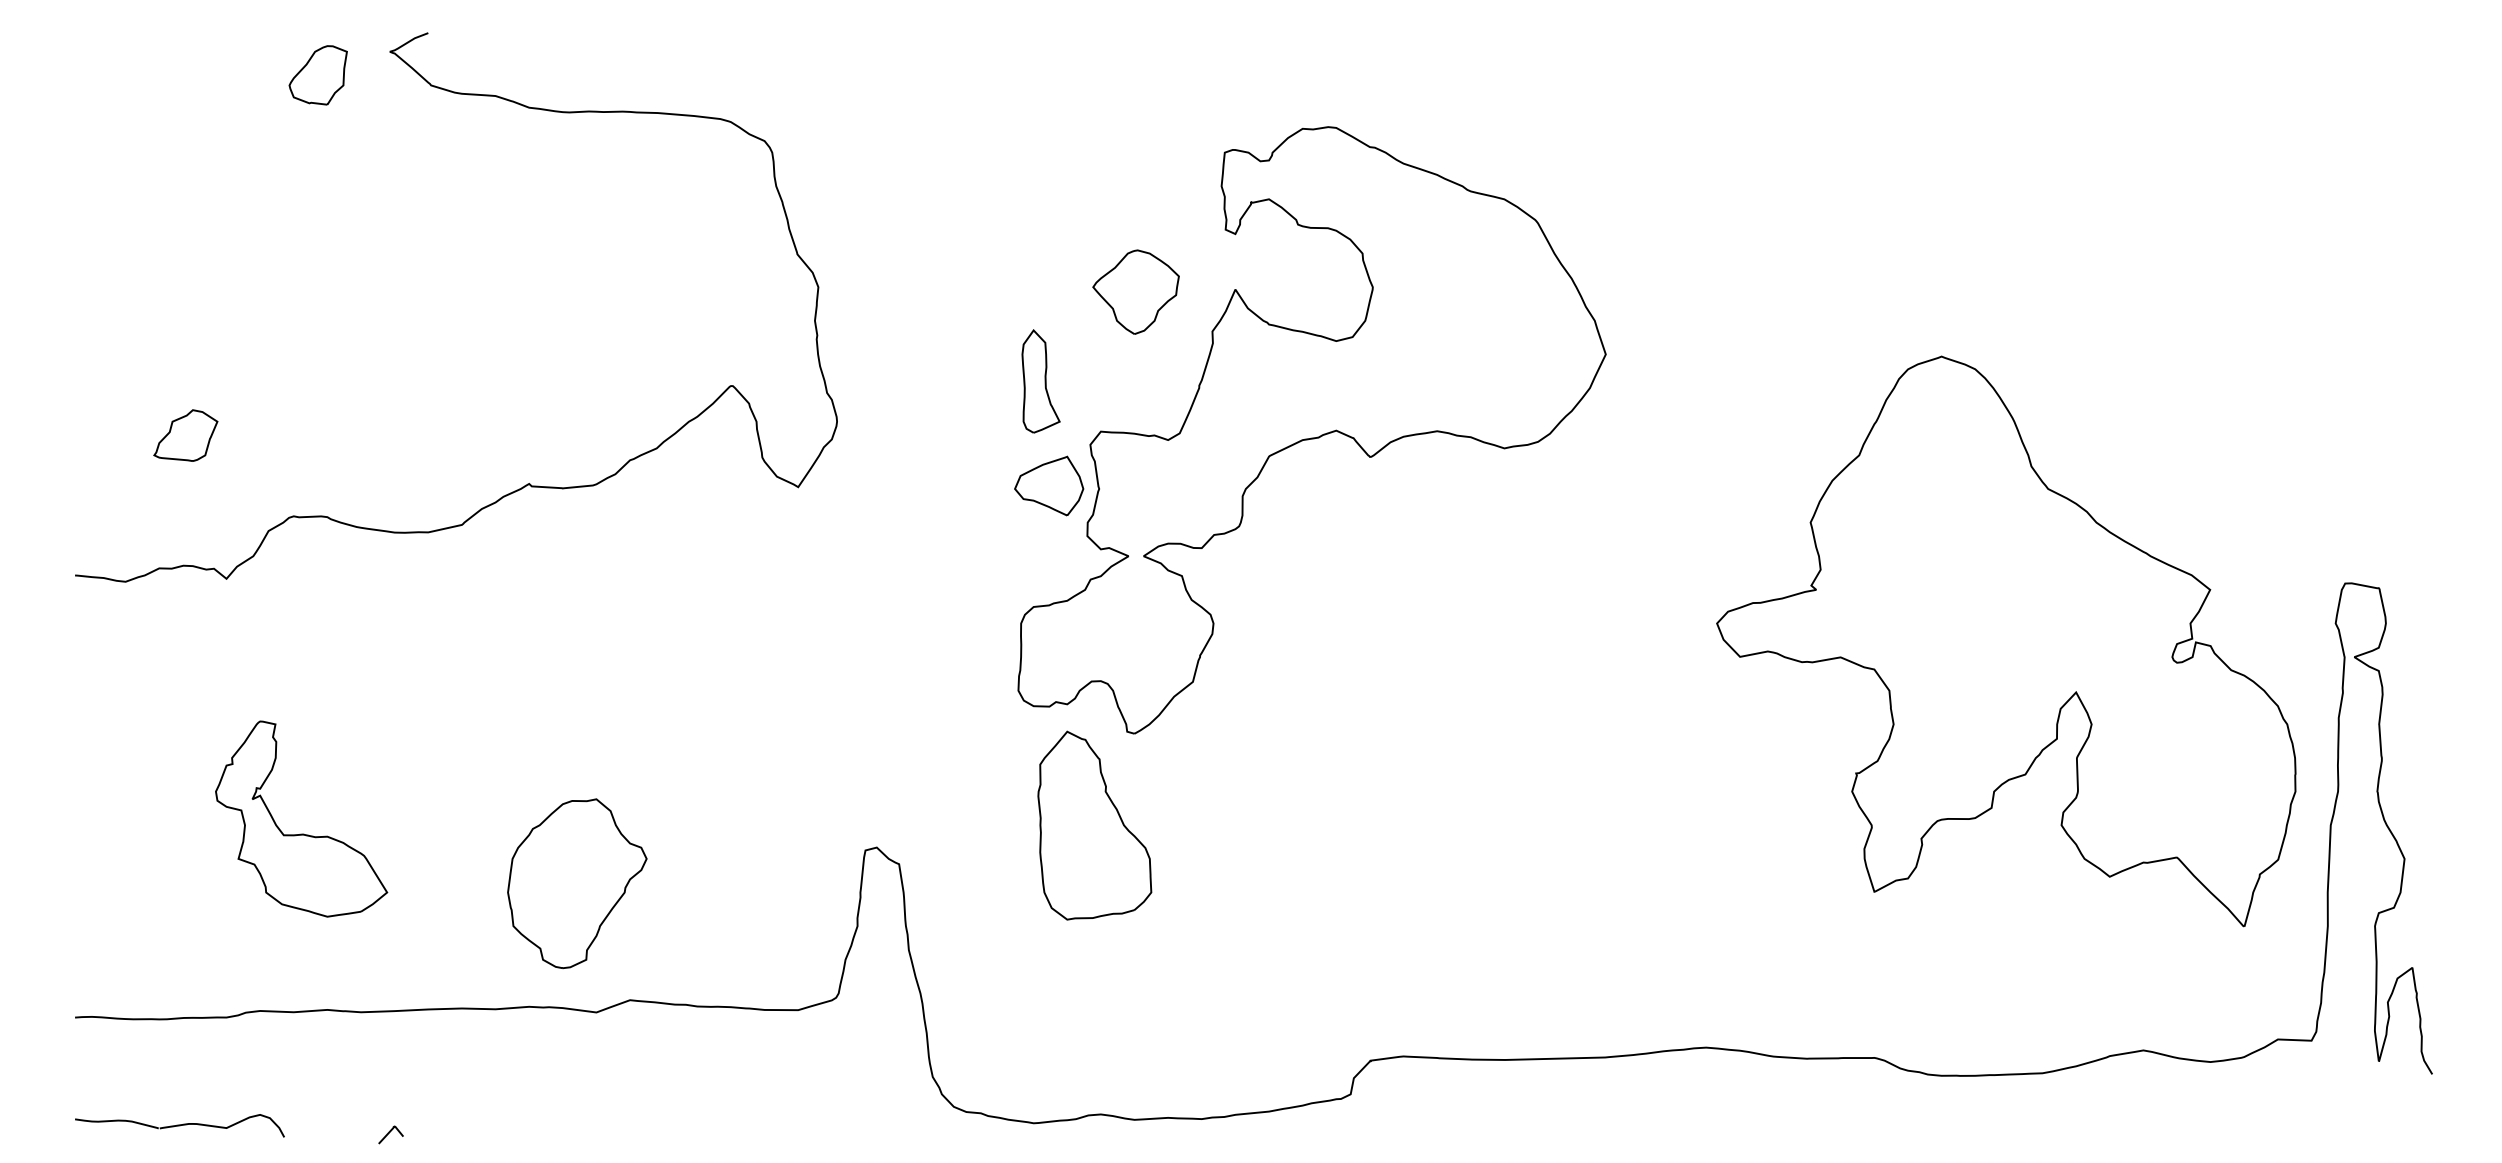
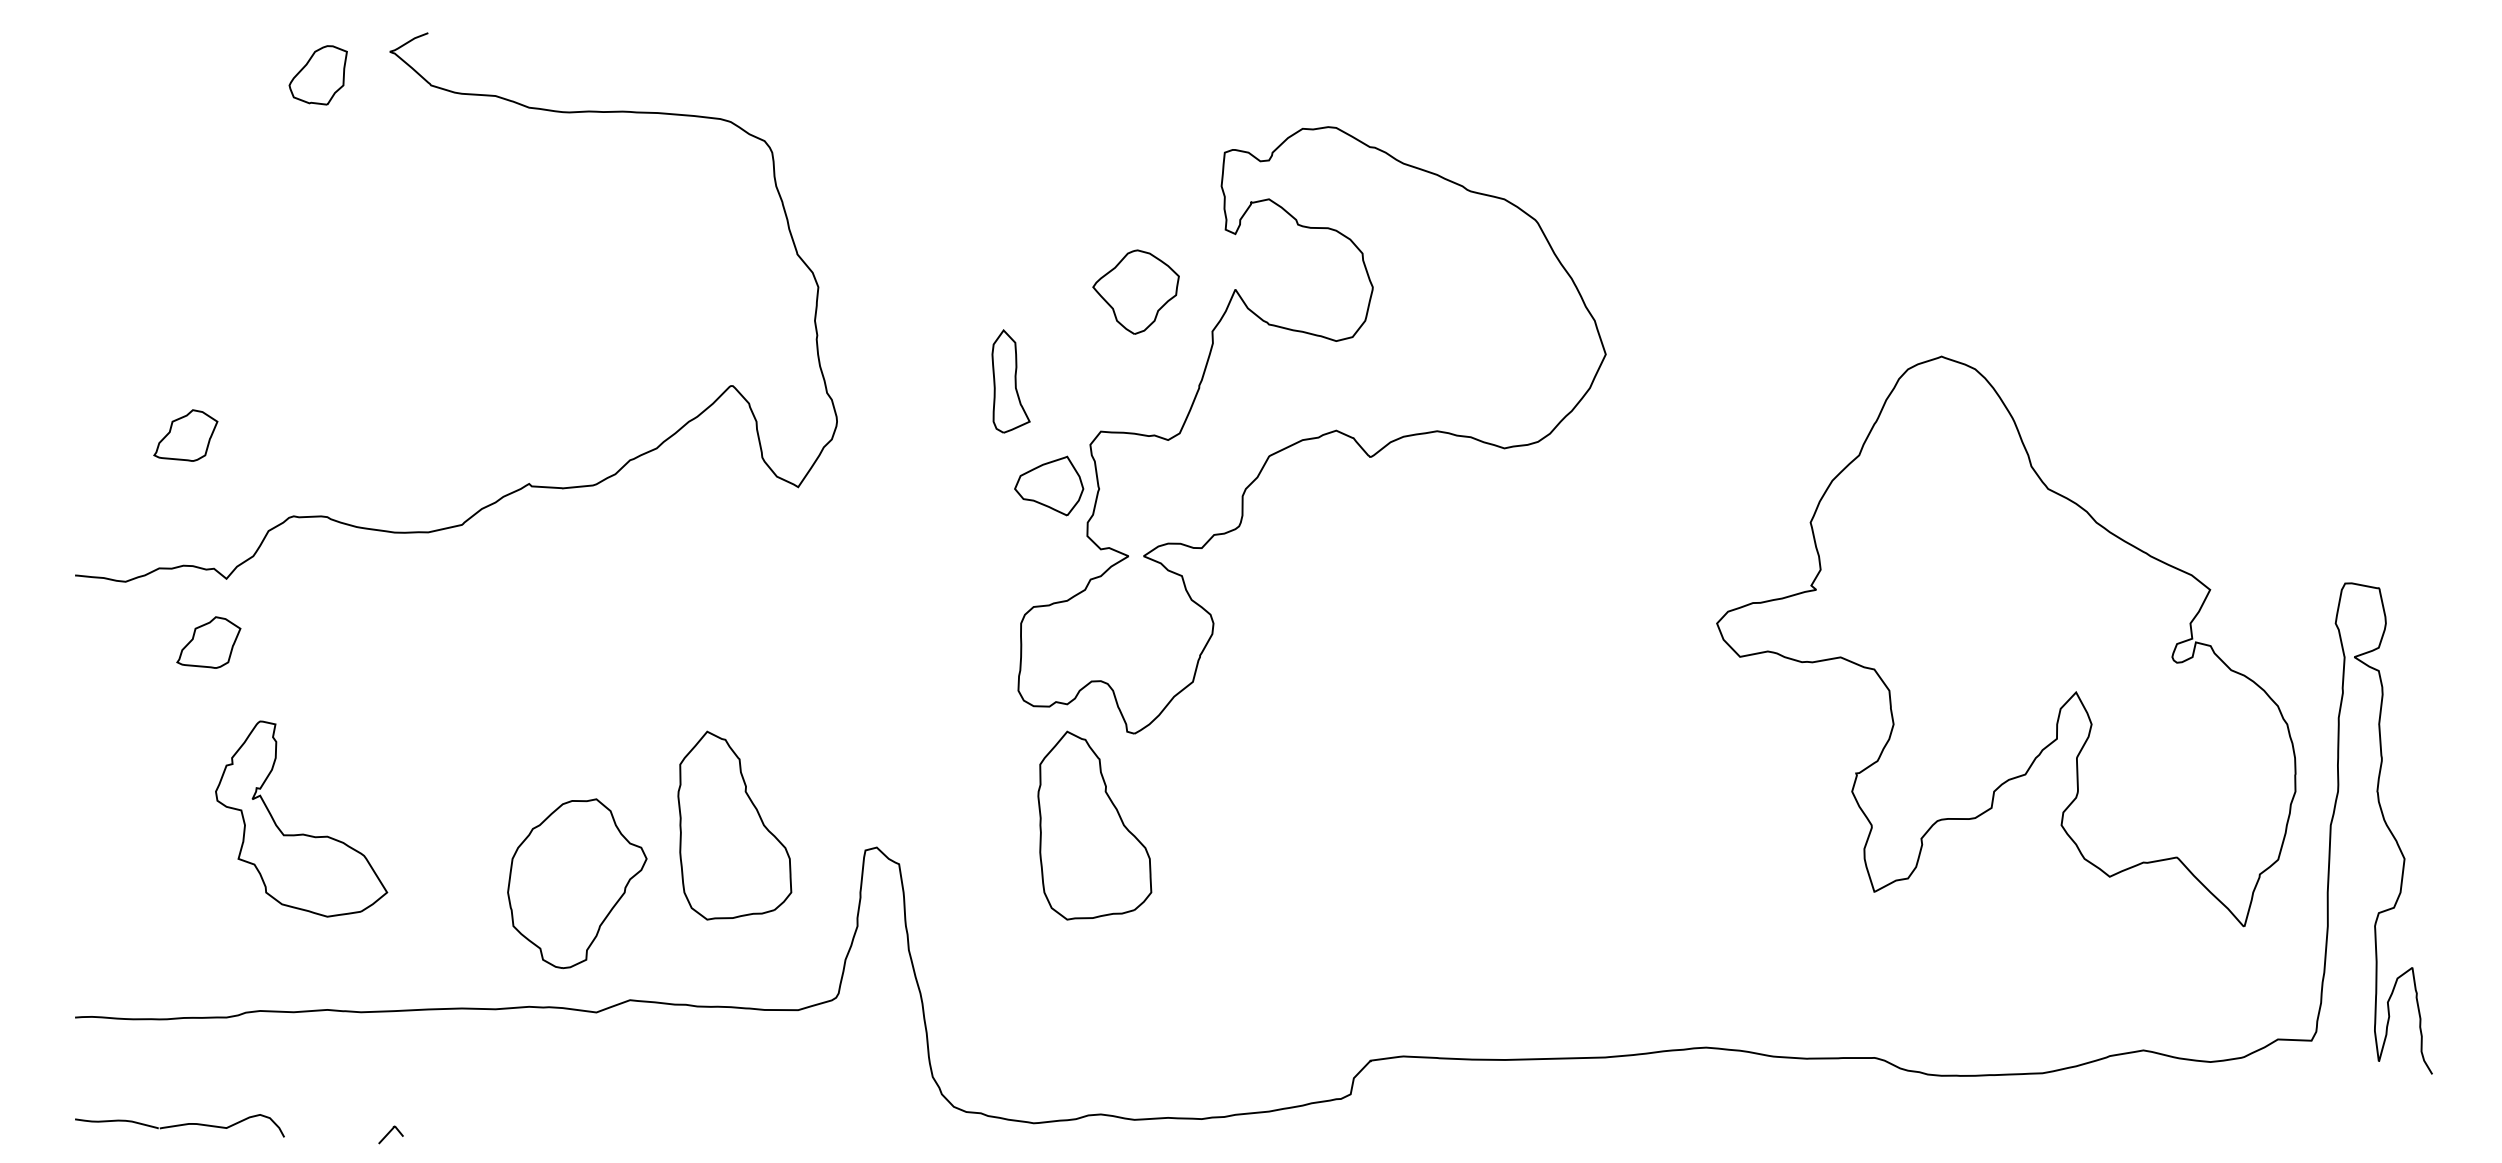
part at (1040, 381) position: (1040, 381) -> (1010, 381)
part at (208, 642): none -> present
part at (734, 825): none -> present
